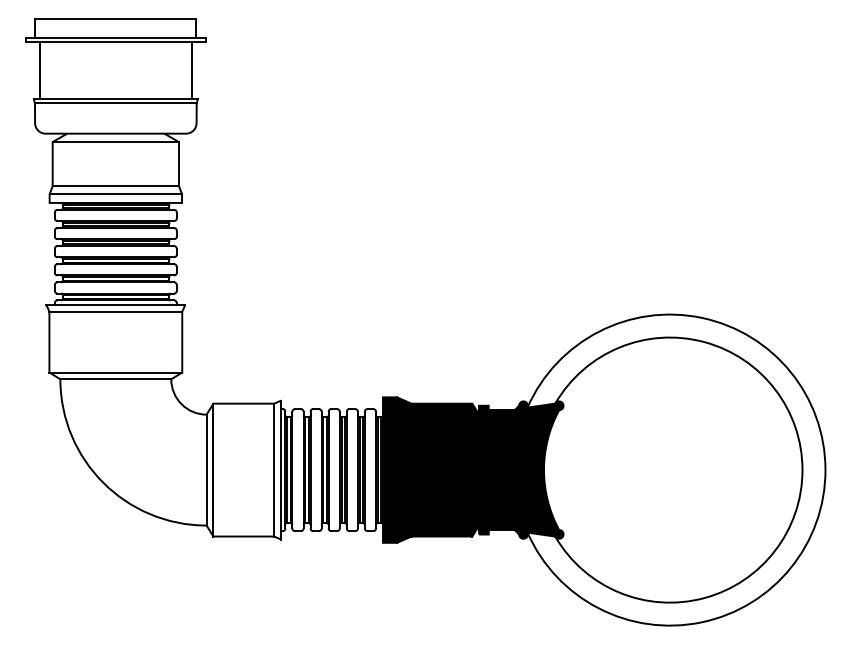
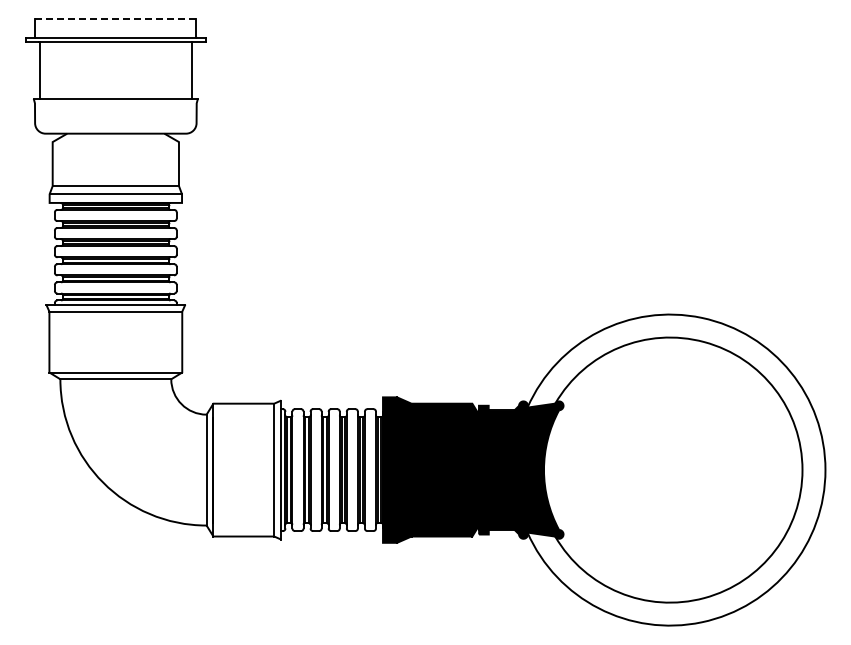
line at (115, 19): solid -> dashed
line at (115, 103): present -> none
line at (115, 142): present -> none
